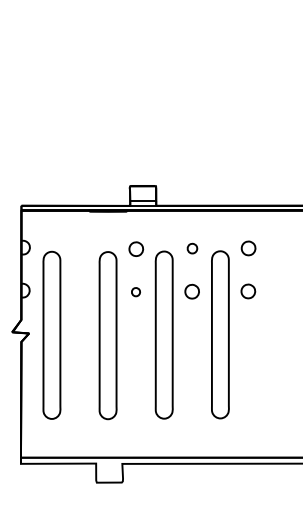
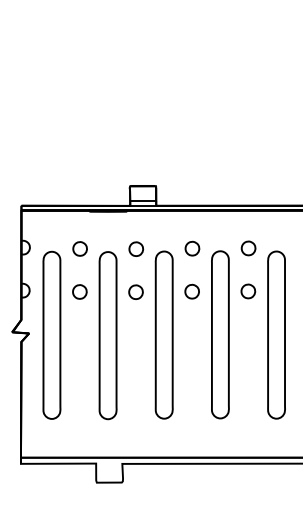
part at (79, 248): none -> present
part at (192, 248) size: 13x13 px -> 17x17 px
part at (79, 291): none -> present
part at (135, 292) size: 10x11 px -> 16x16 px
part at (276, 334): none -> present
